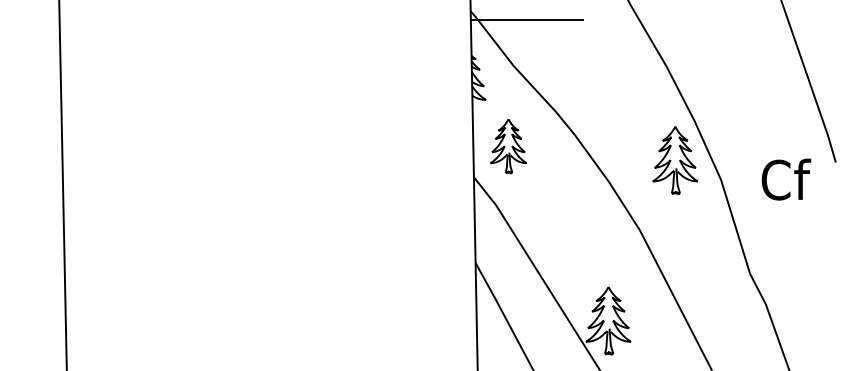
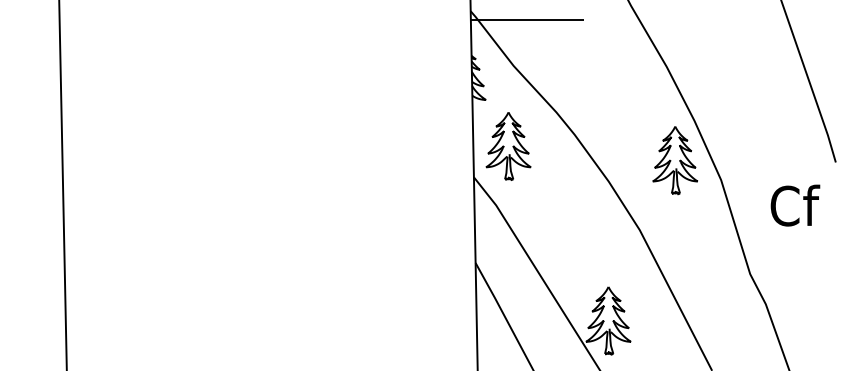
part at (508, 146) size: 37x56 px -> 47x69 px
text at (786, 179) position: (786, 179) -> (795, 205)
